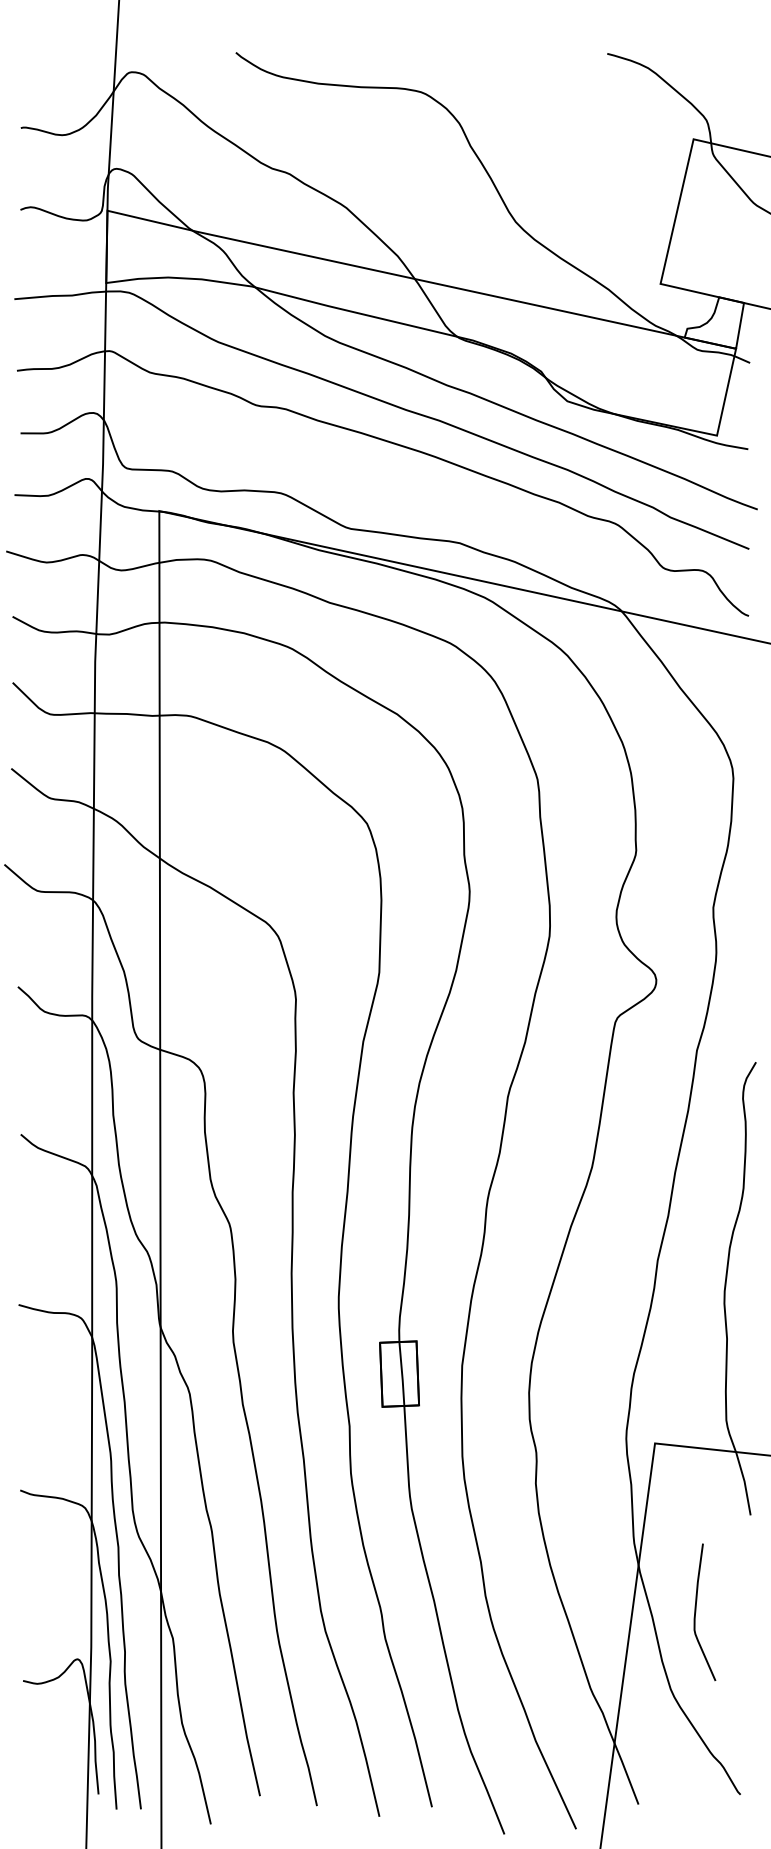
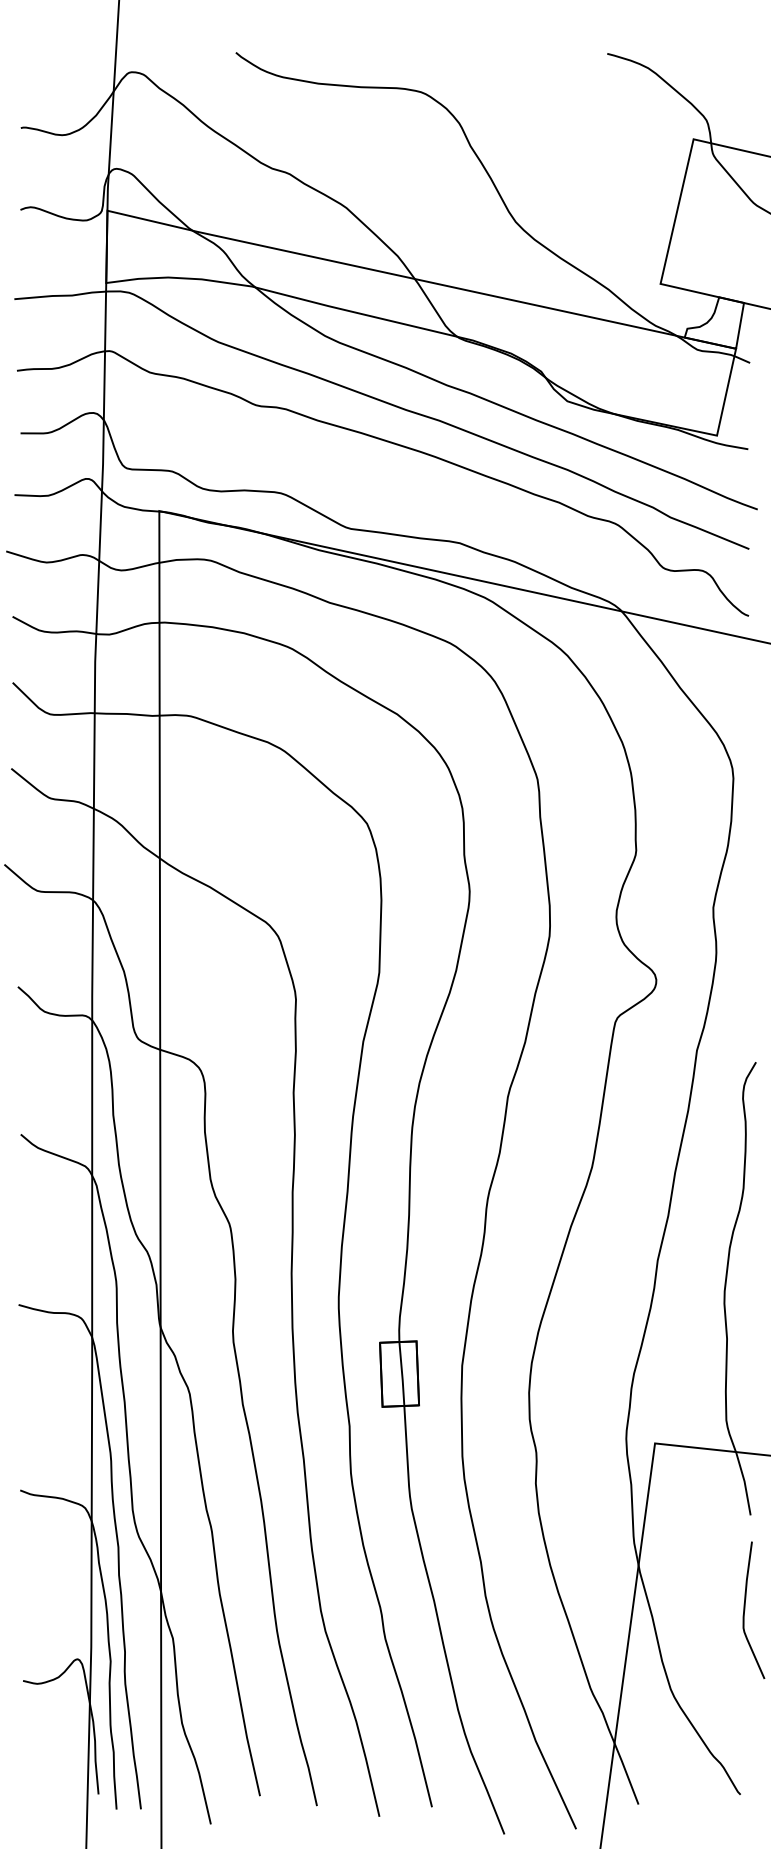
curve at (696, 1612) position: (696, 1612) -> (745, 1610)
